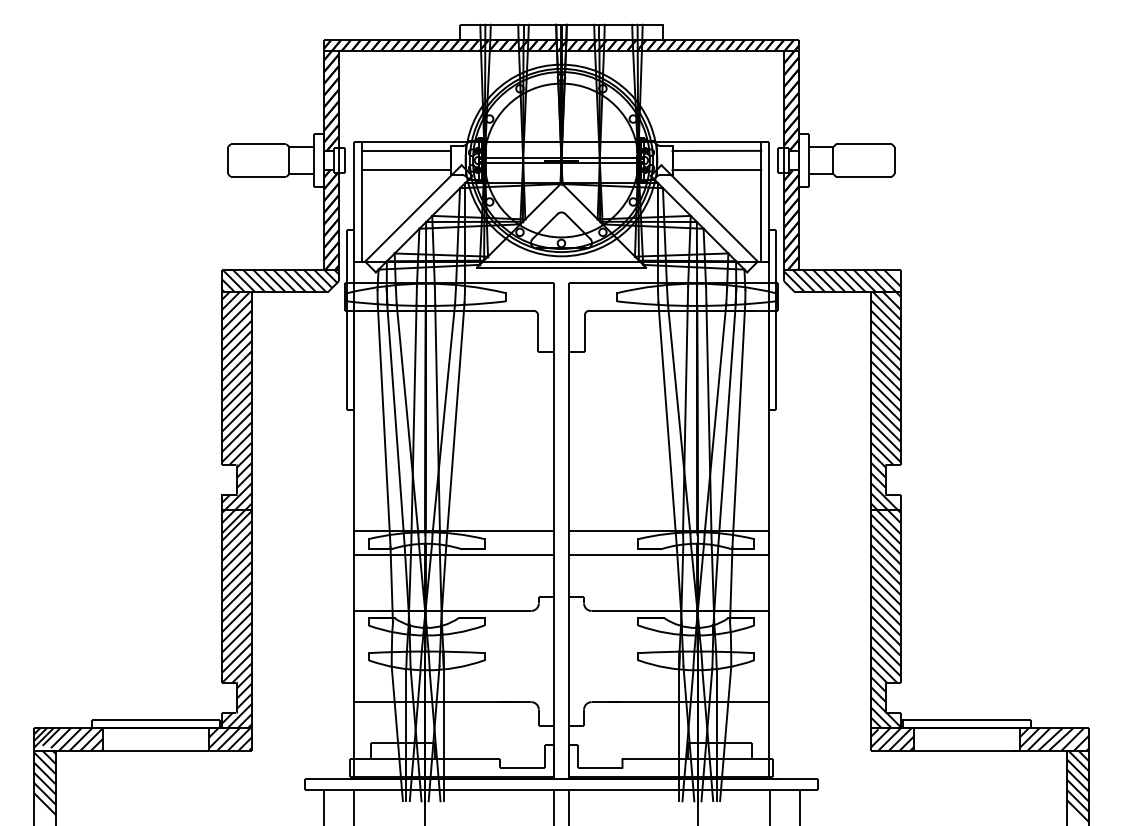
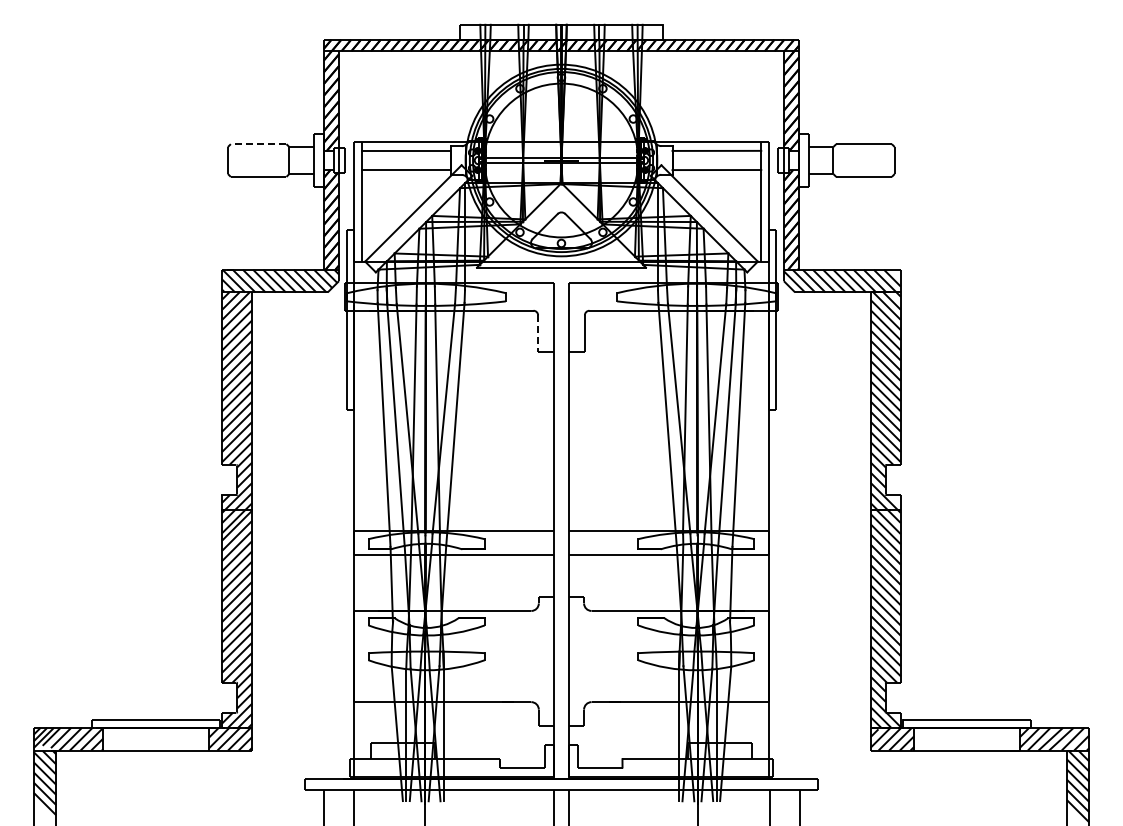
line at (258, 144): solid -> dashed
line at (538, 333): solid -> dashed
